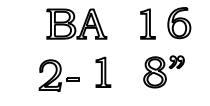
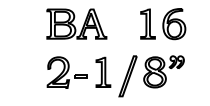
part at (179, 23) position: (179, 23) -> (174, 24)
part at (58, 75) position: (58, 75) -> (66, 72)
part at (127, 76): none -> present
